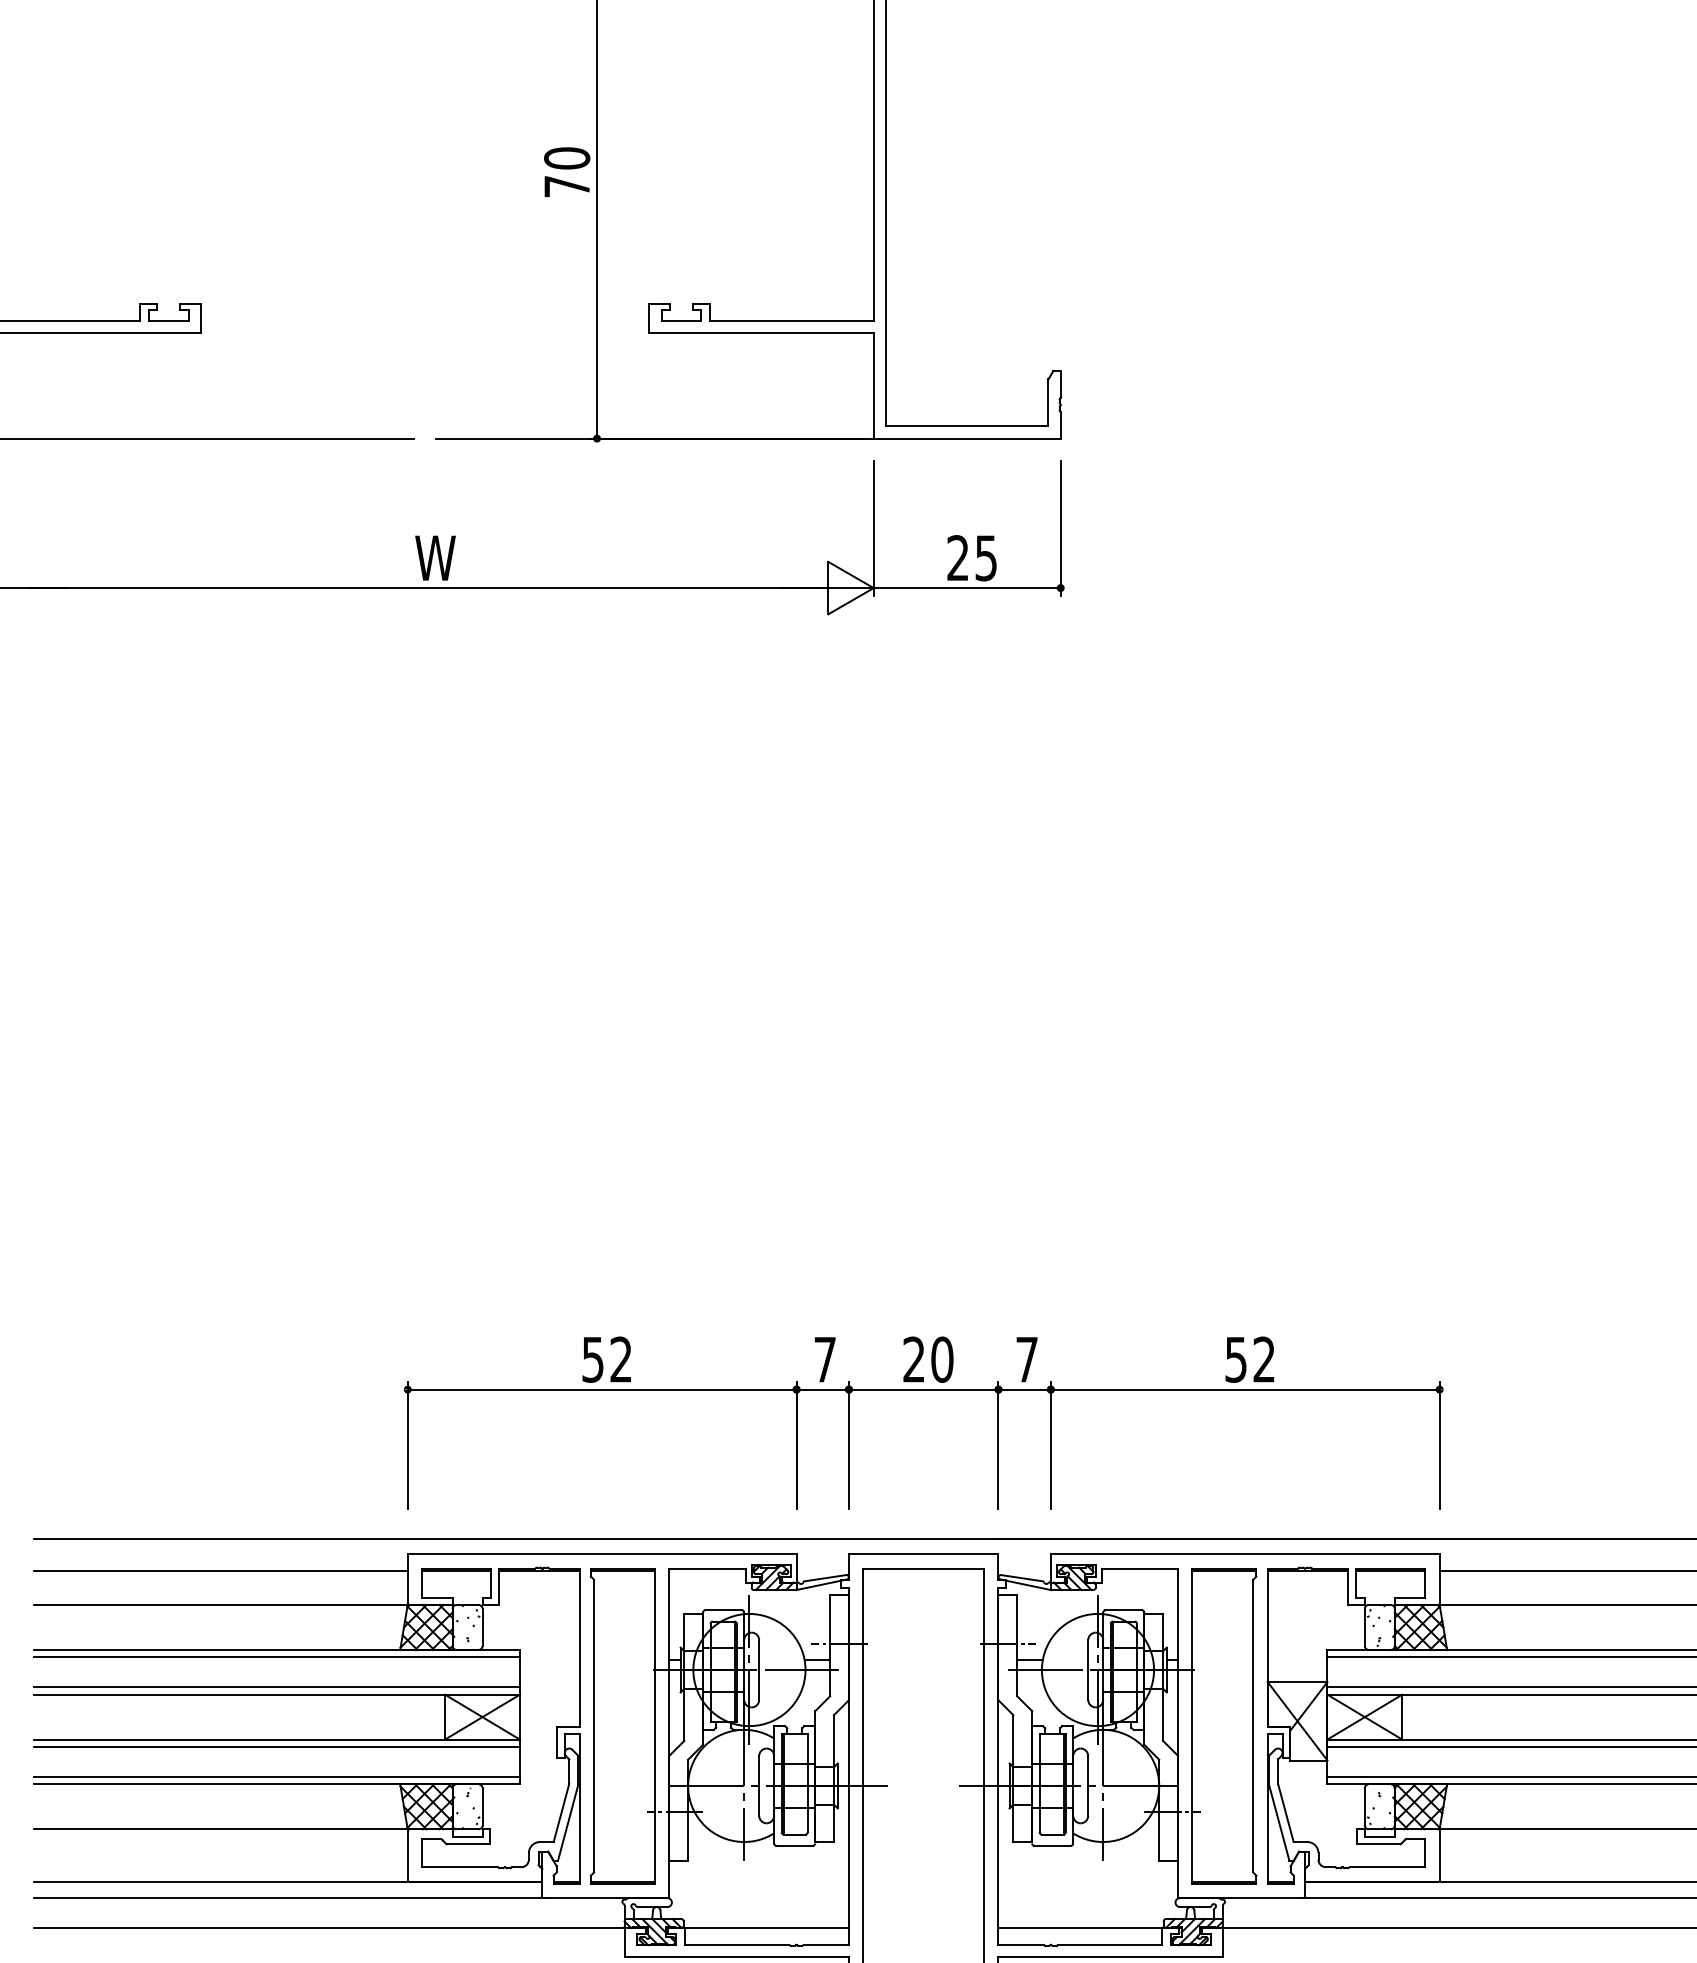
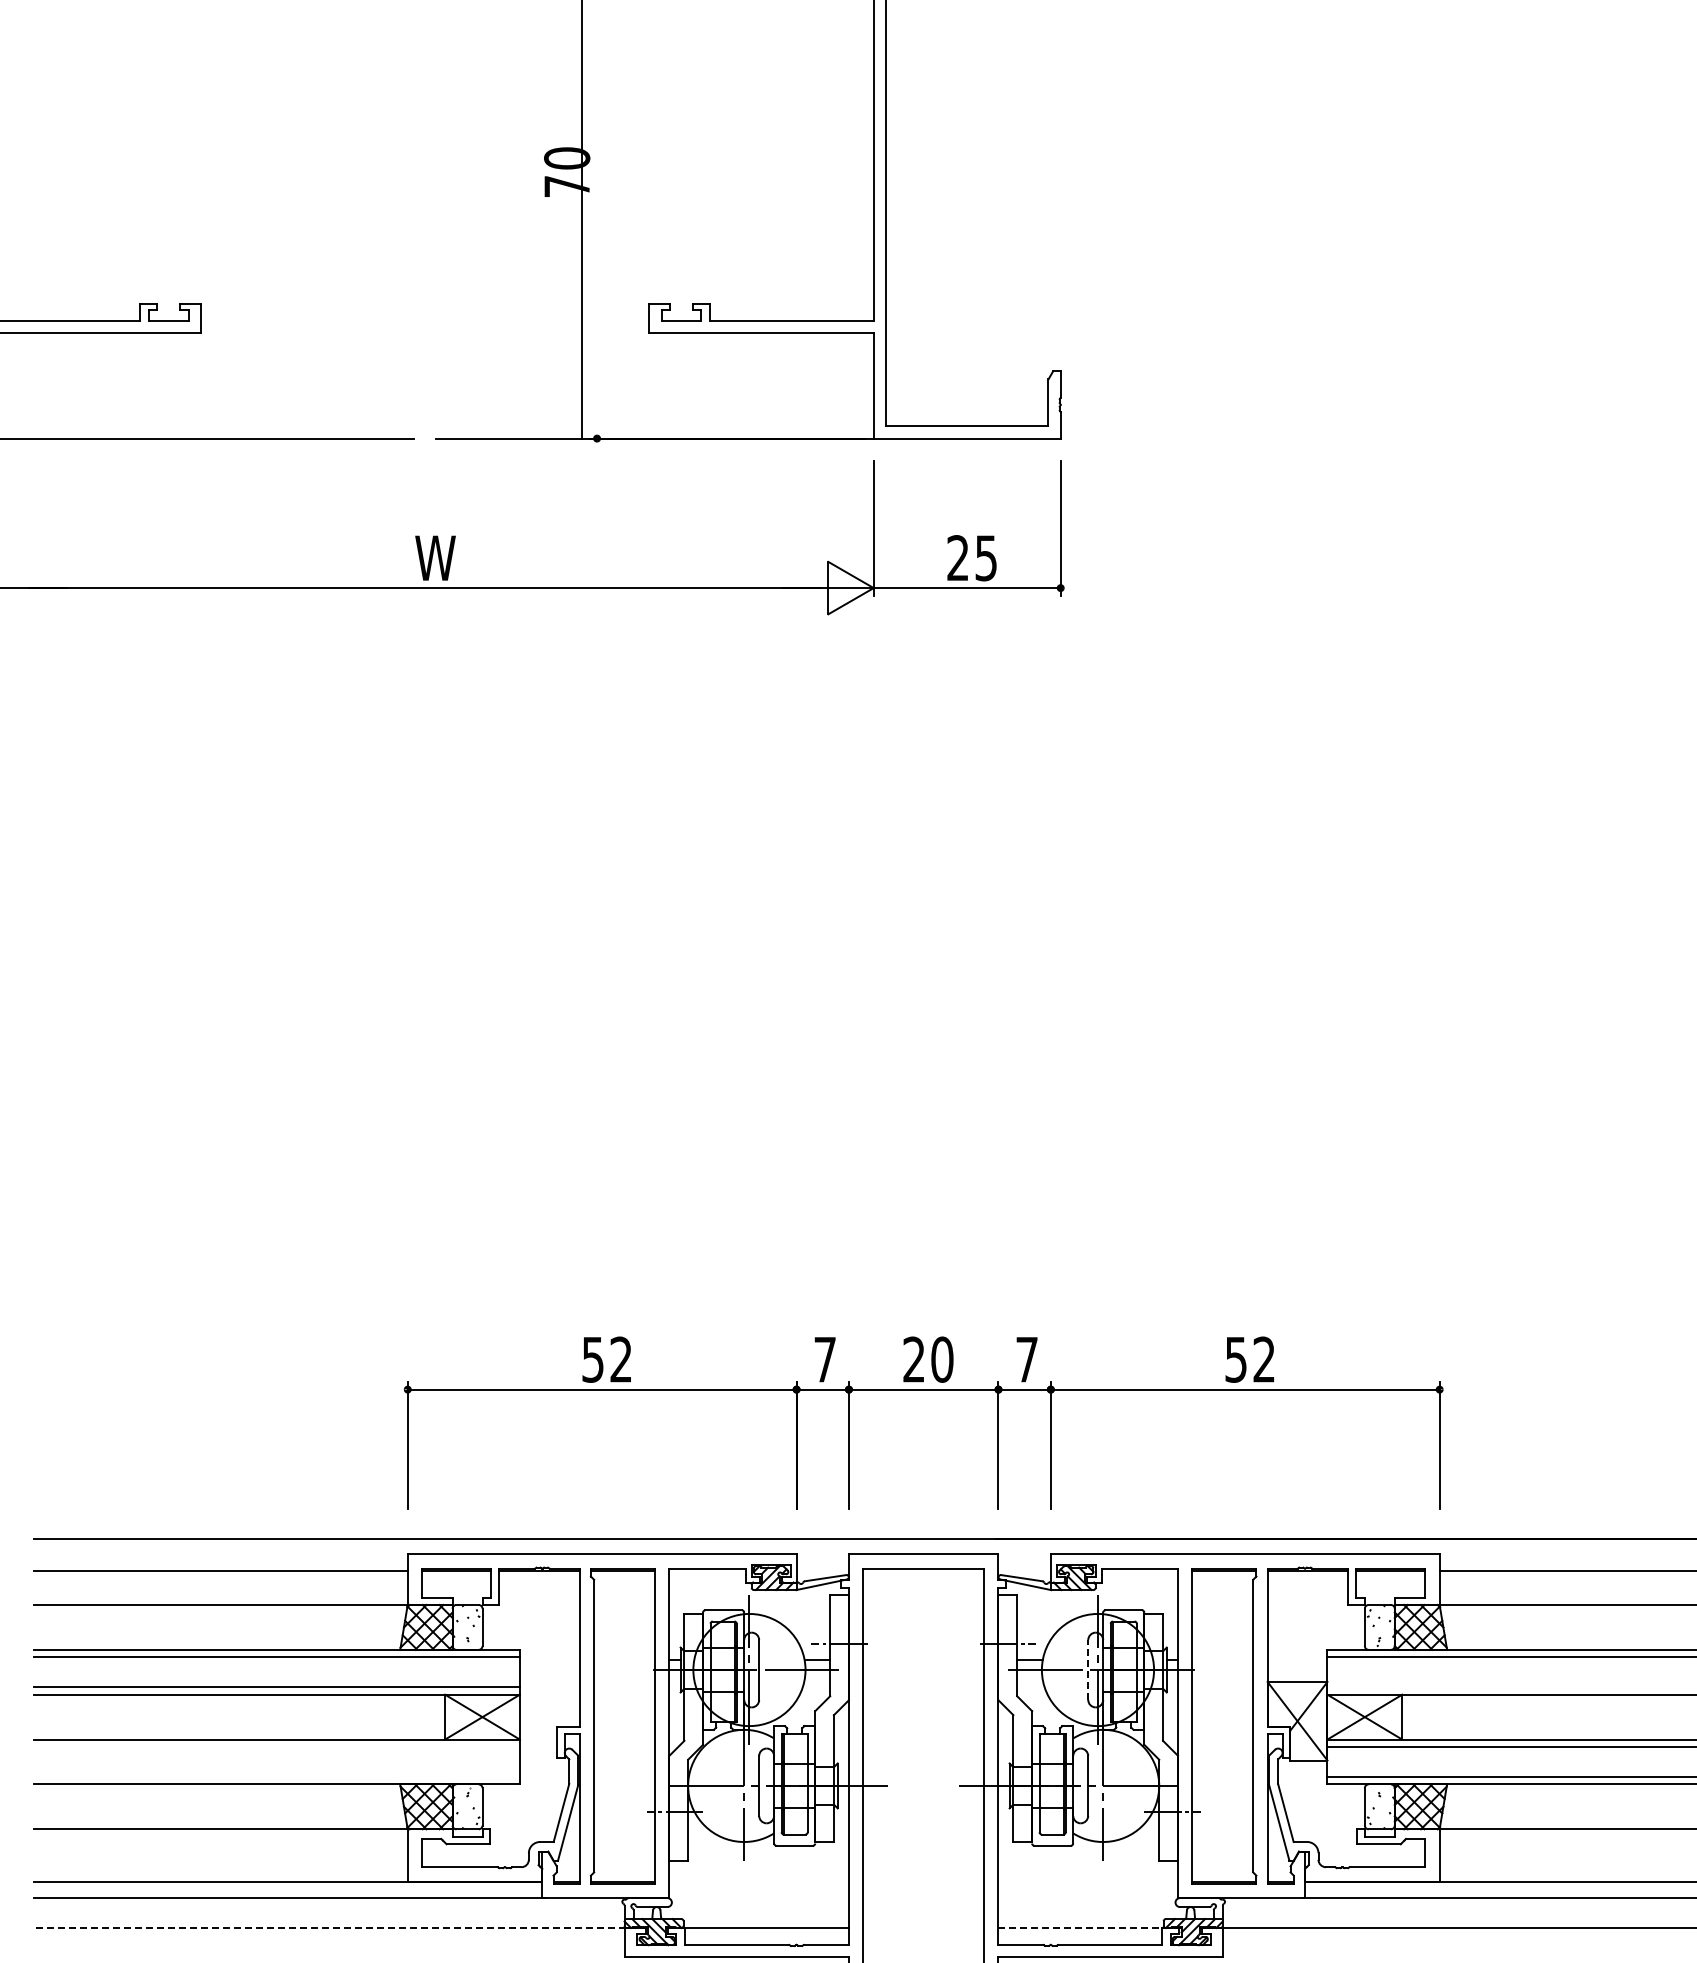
line at (597, 220) position: (597, 220) -> (582, 220)
line at (1088, 1670): solid -> dashed
line at (1510, 1687): present -> none
line at (276, 1747): present -> none
line at (276, 1776): present -> none
line at (340, 1928): solid -> dashed
line at (1090, 1928): solid -> dashed
